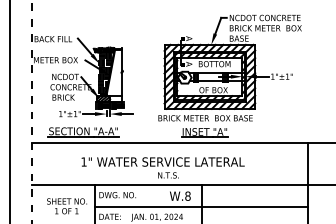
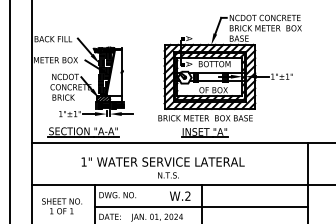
line at (31, 111): dashed -> solid
text at (187, 195): W.8 -> W.2
text at (66, 206) position: (66, 206) -> (61, 206)
